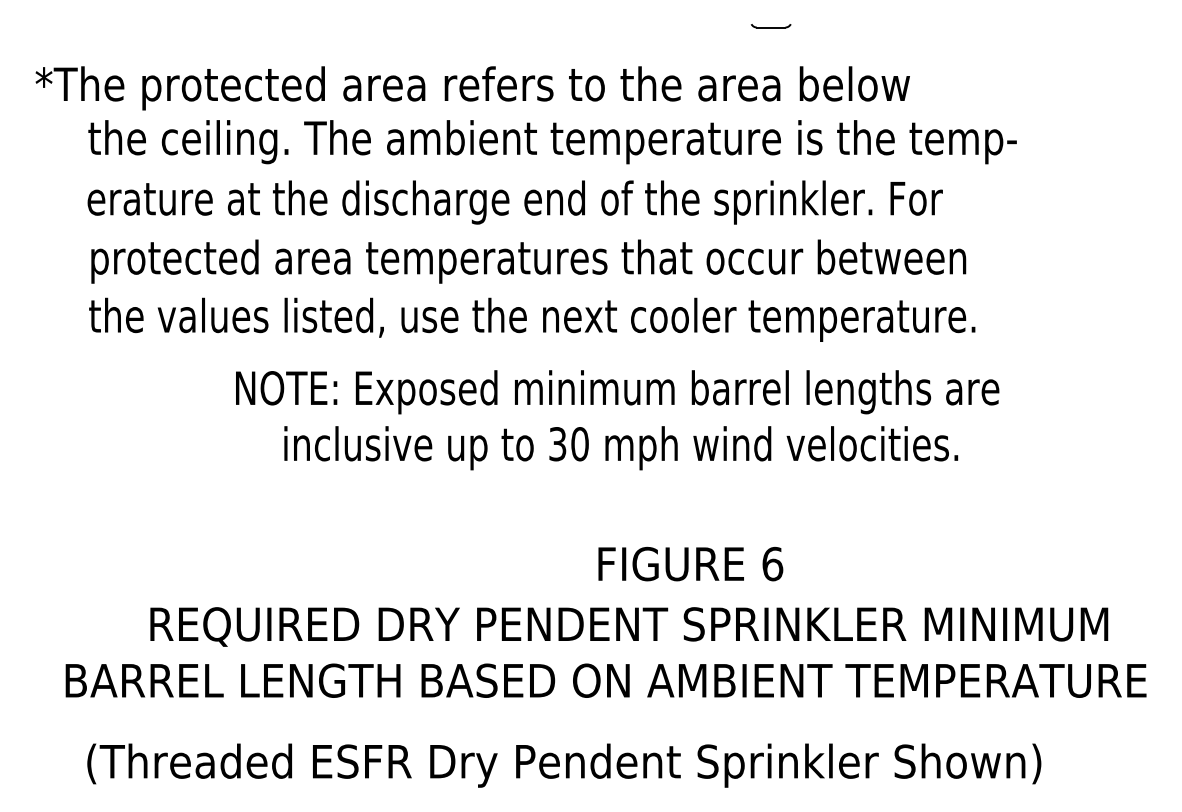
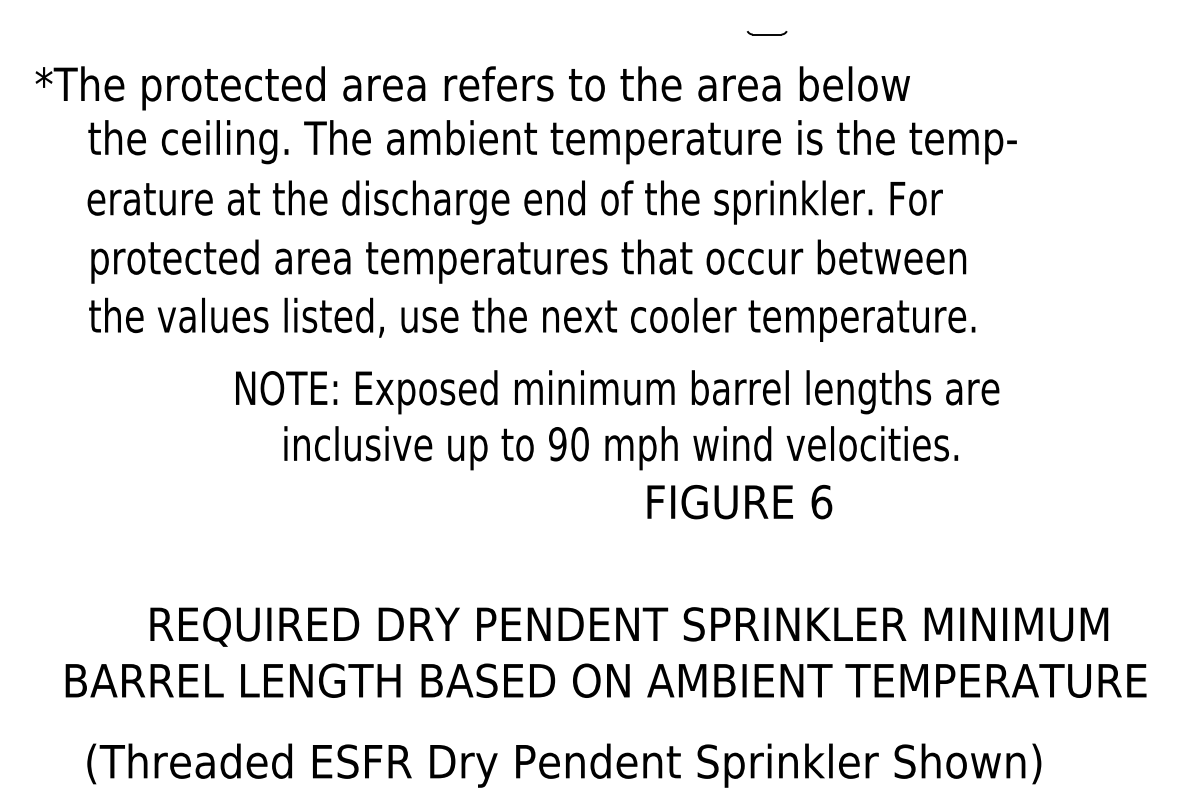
part at (771, 26) position: (771, 26) -> (767, 33)
text at (557, 444): 30 -> 90
text at (690, 563) position: (690, 563) -> (739, 501)
